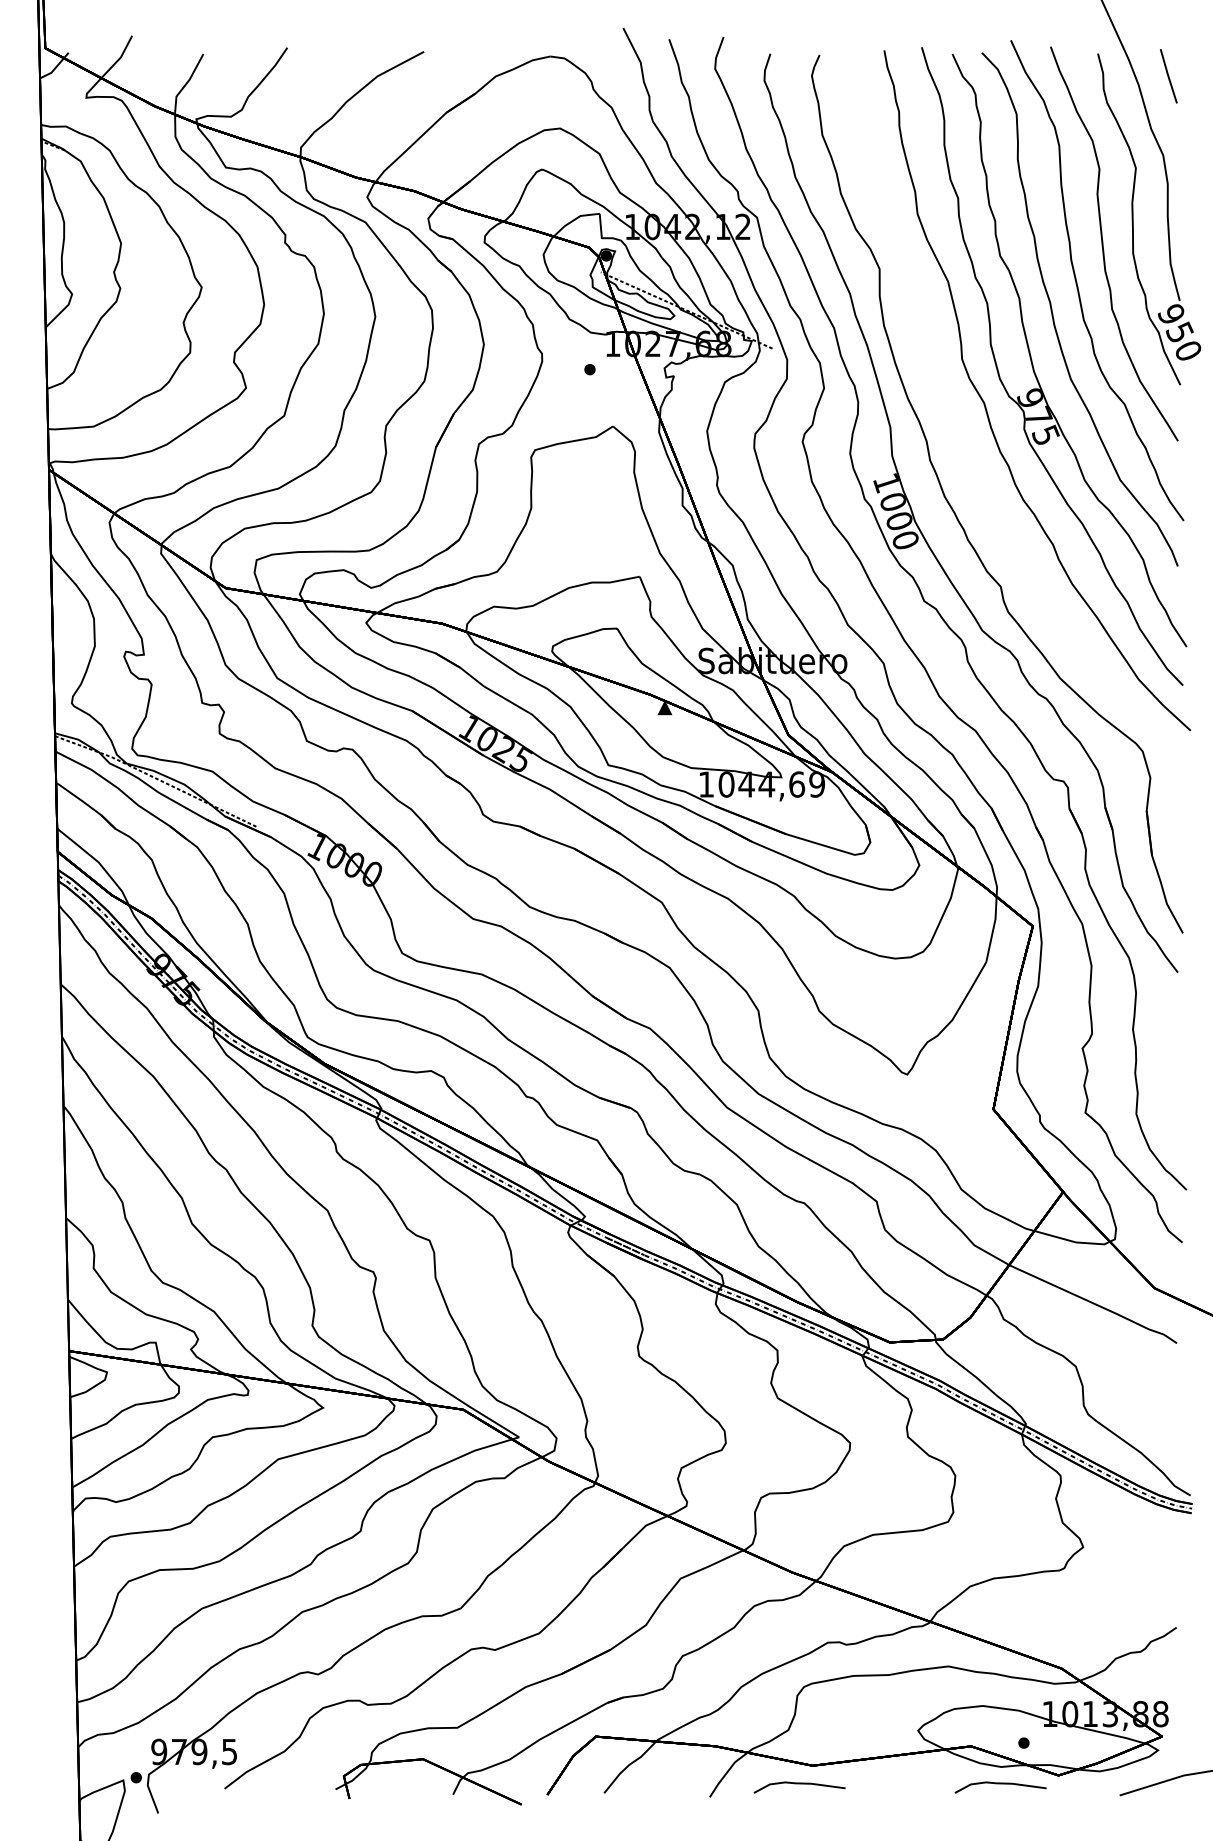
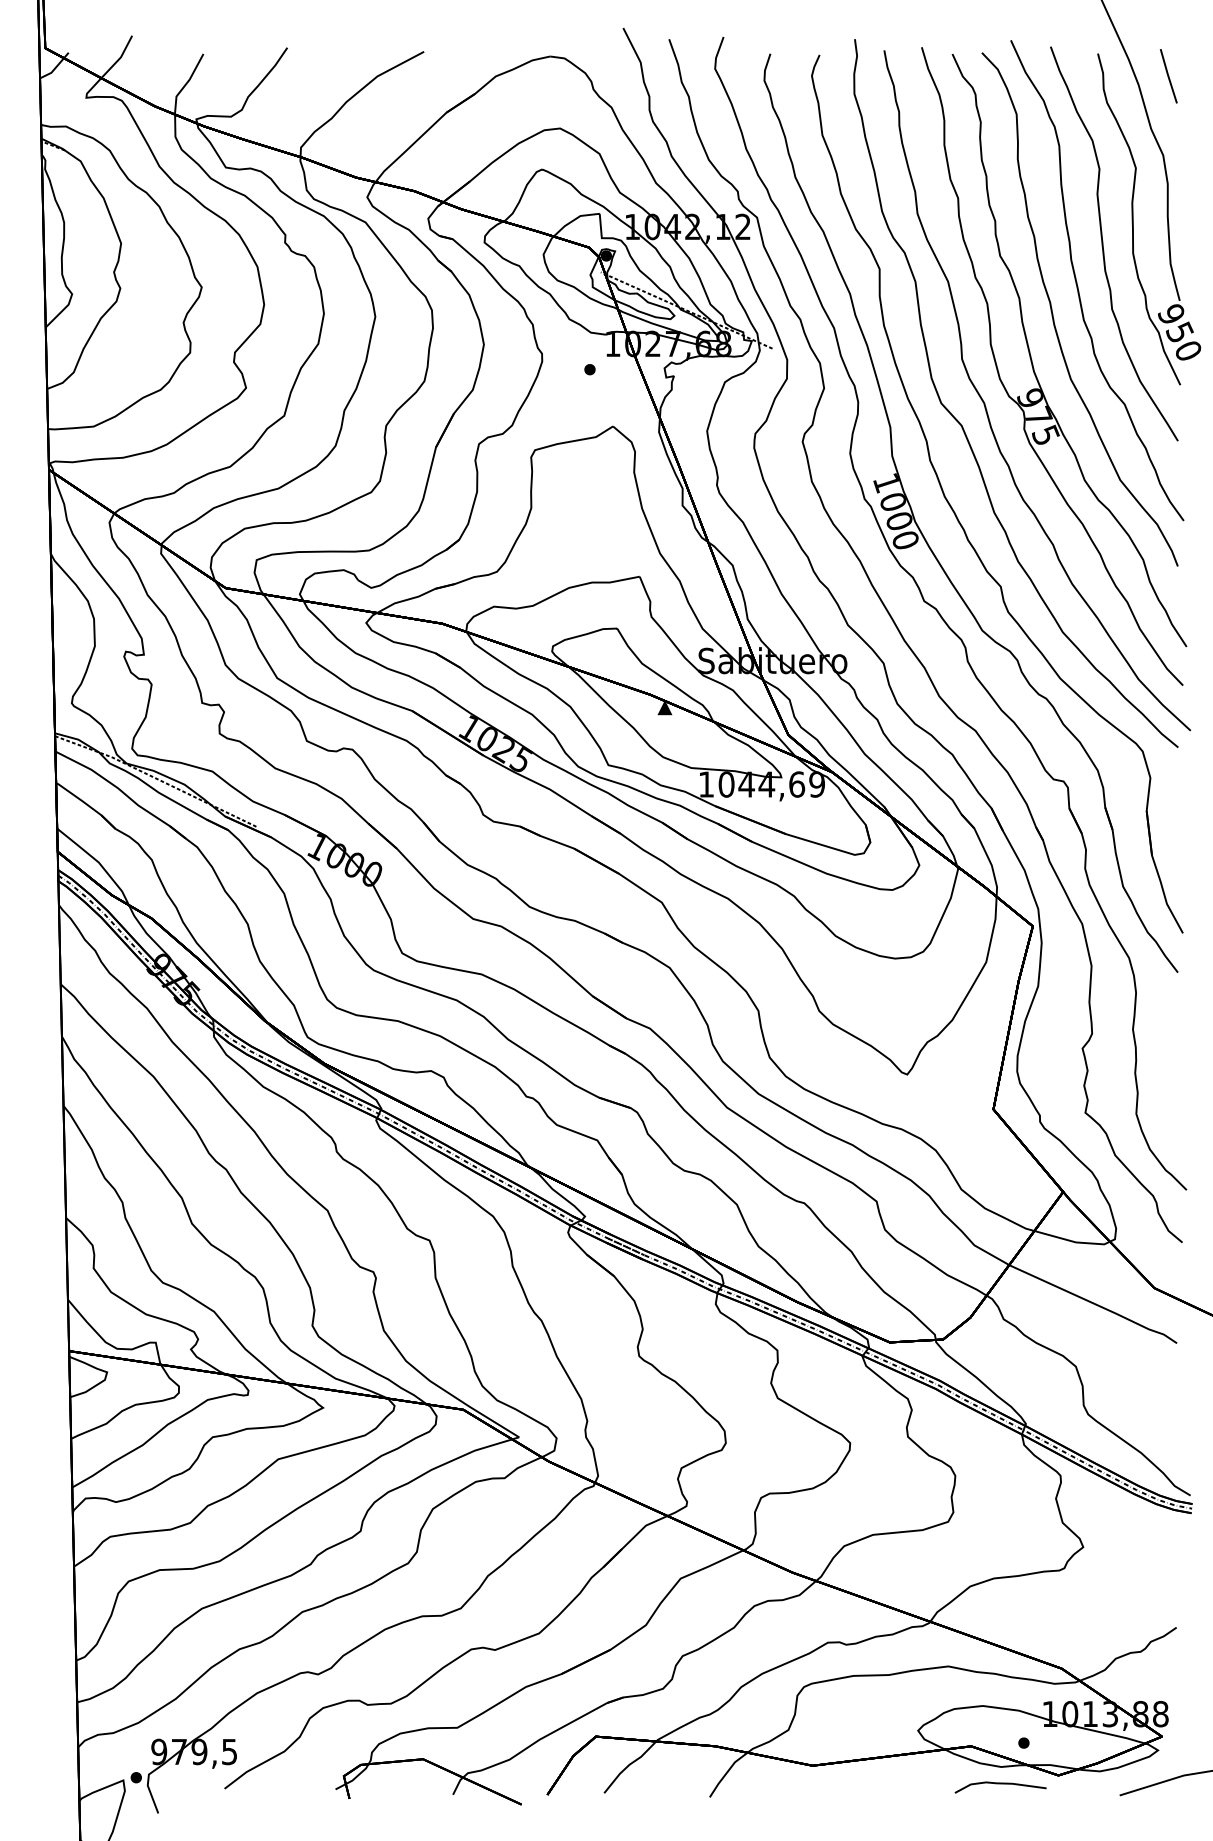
curve at (962, 425): none -> present
curve at (799, 1784): present -> none
